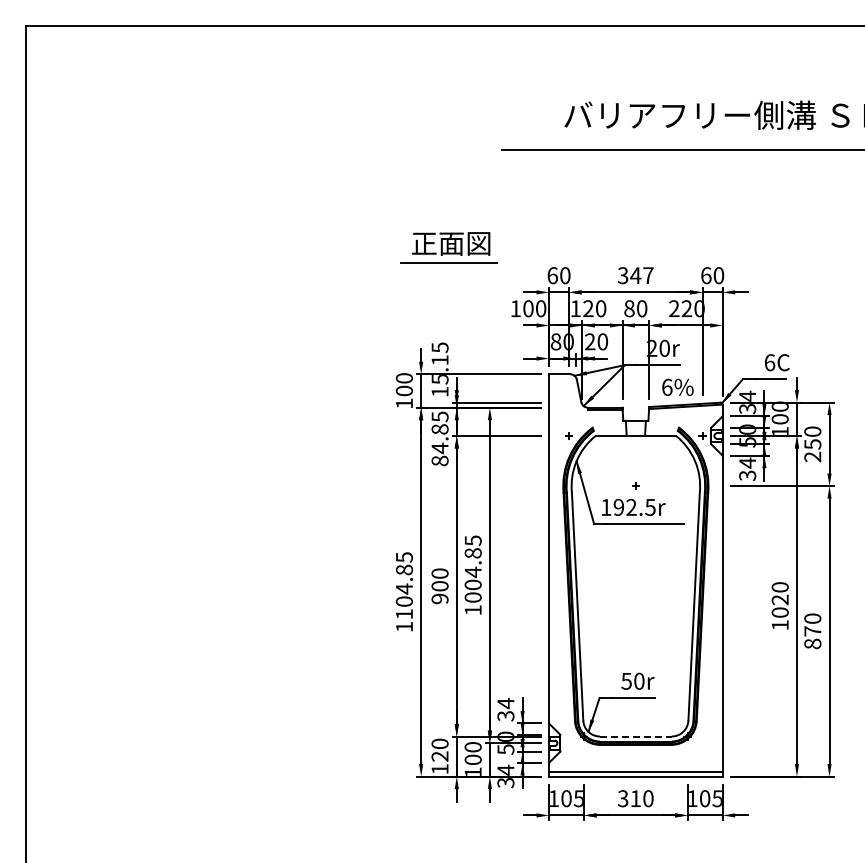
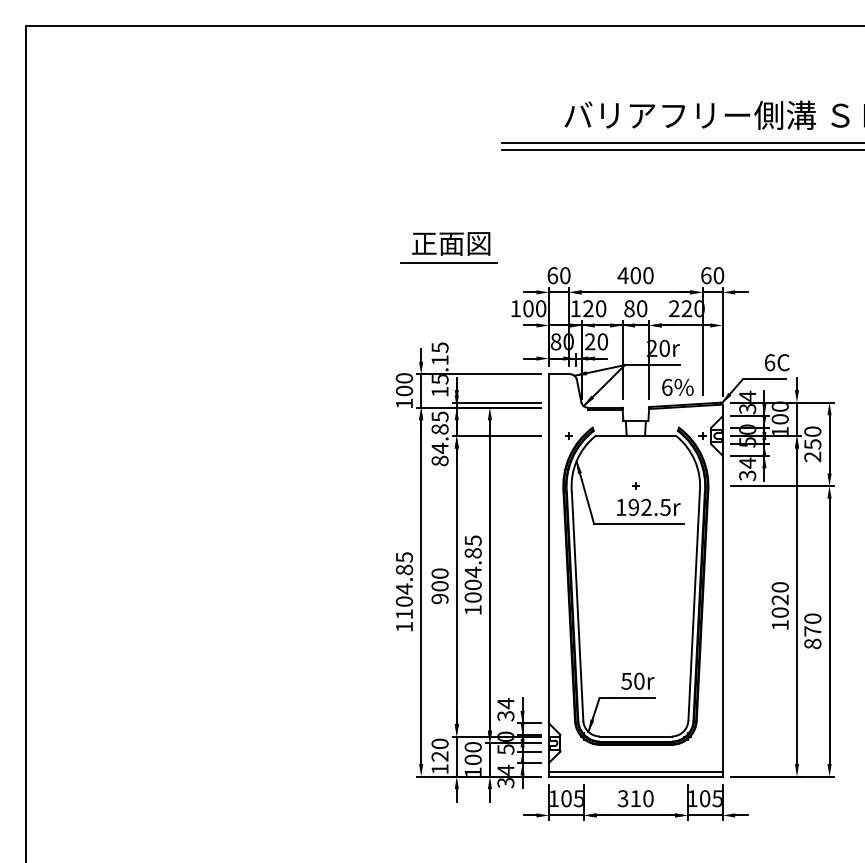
line at (681, 143): none -> present
text at (635, 275): 347 -> 400
text at (633, 506) position: (633, 506) -> (648, 506)
line at (635, 736): dashed -> solid
